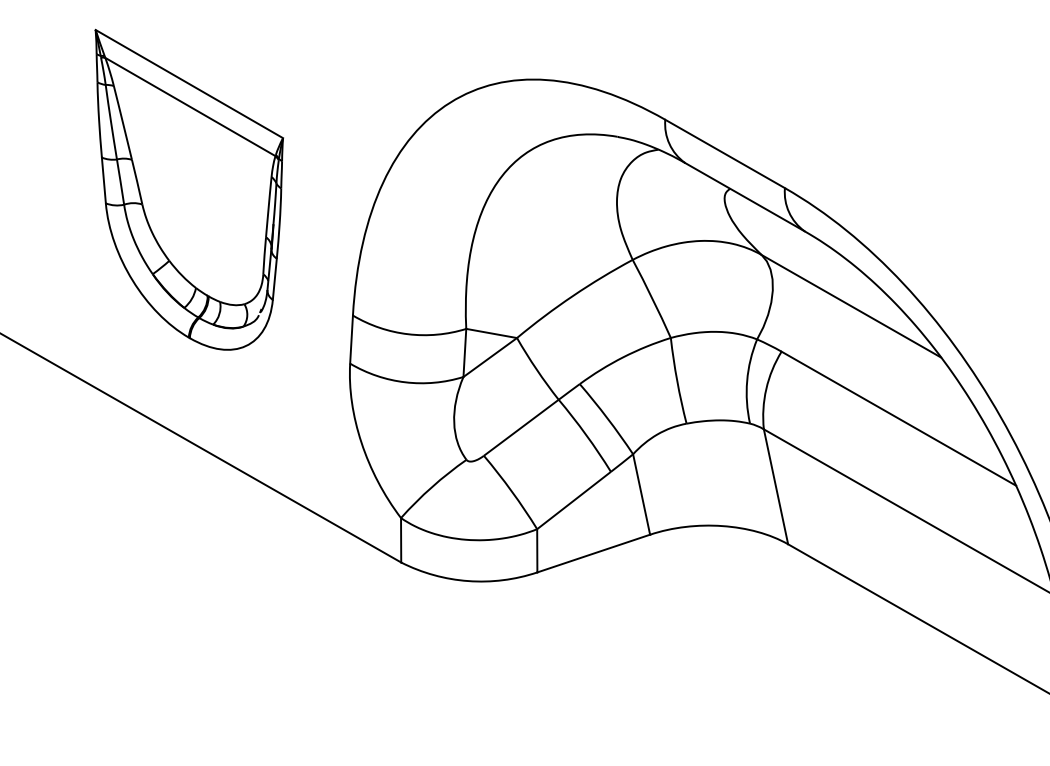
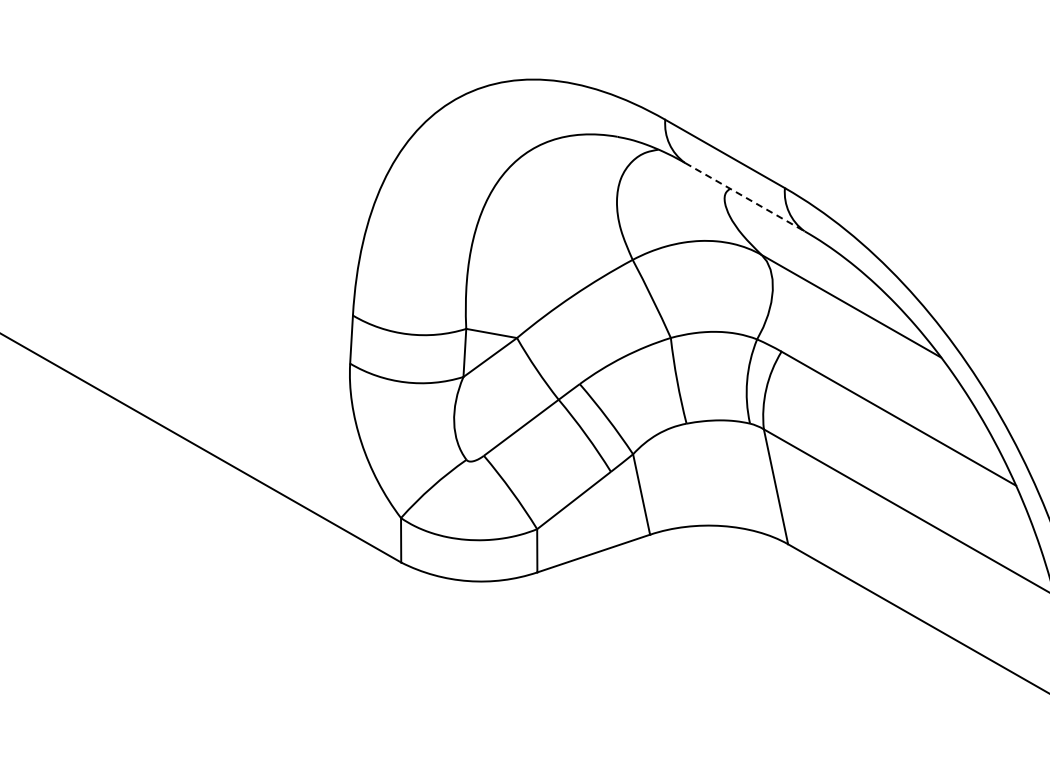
part at (188, 189): present -> none
line at (744, 197): solid -> dashed
